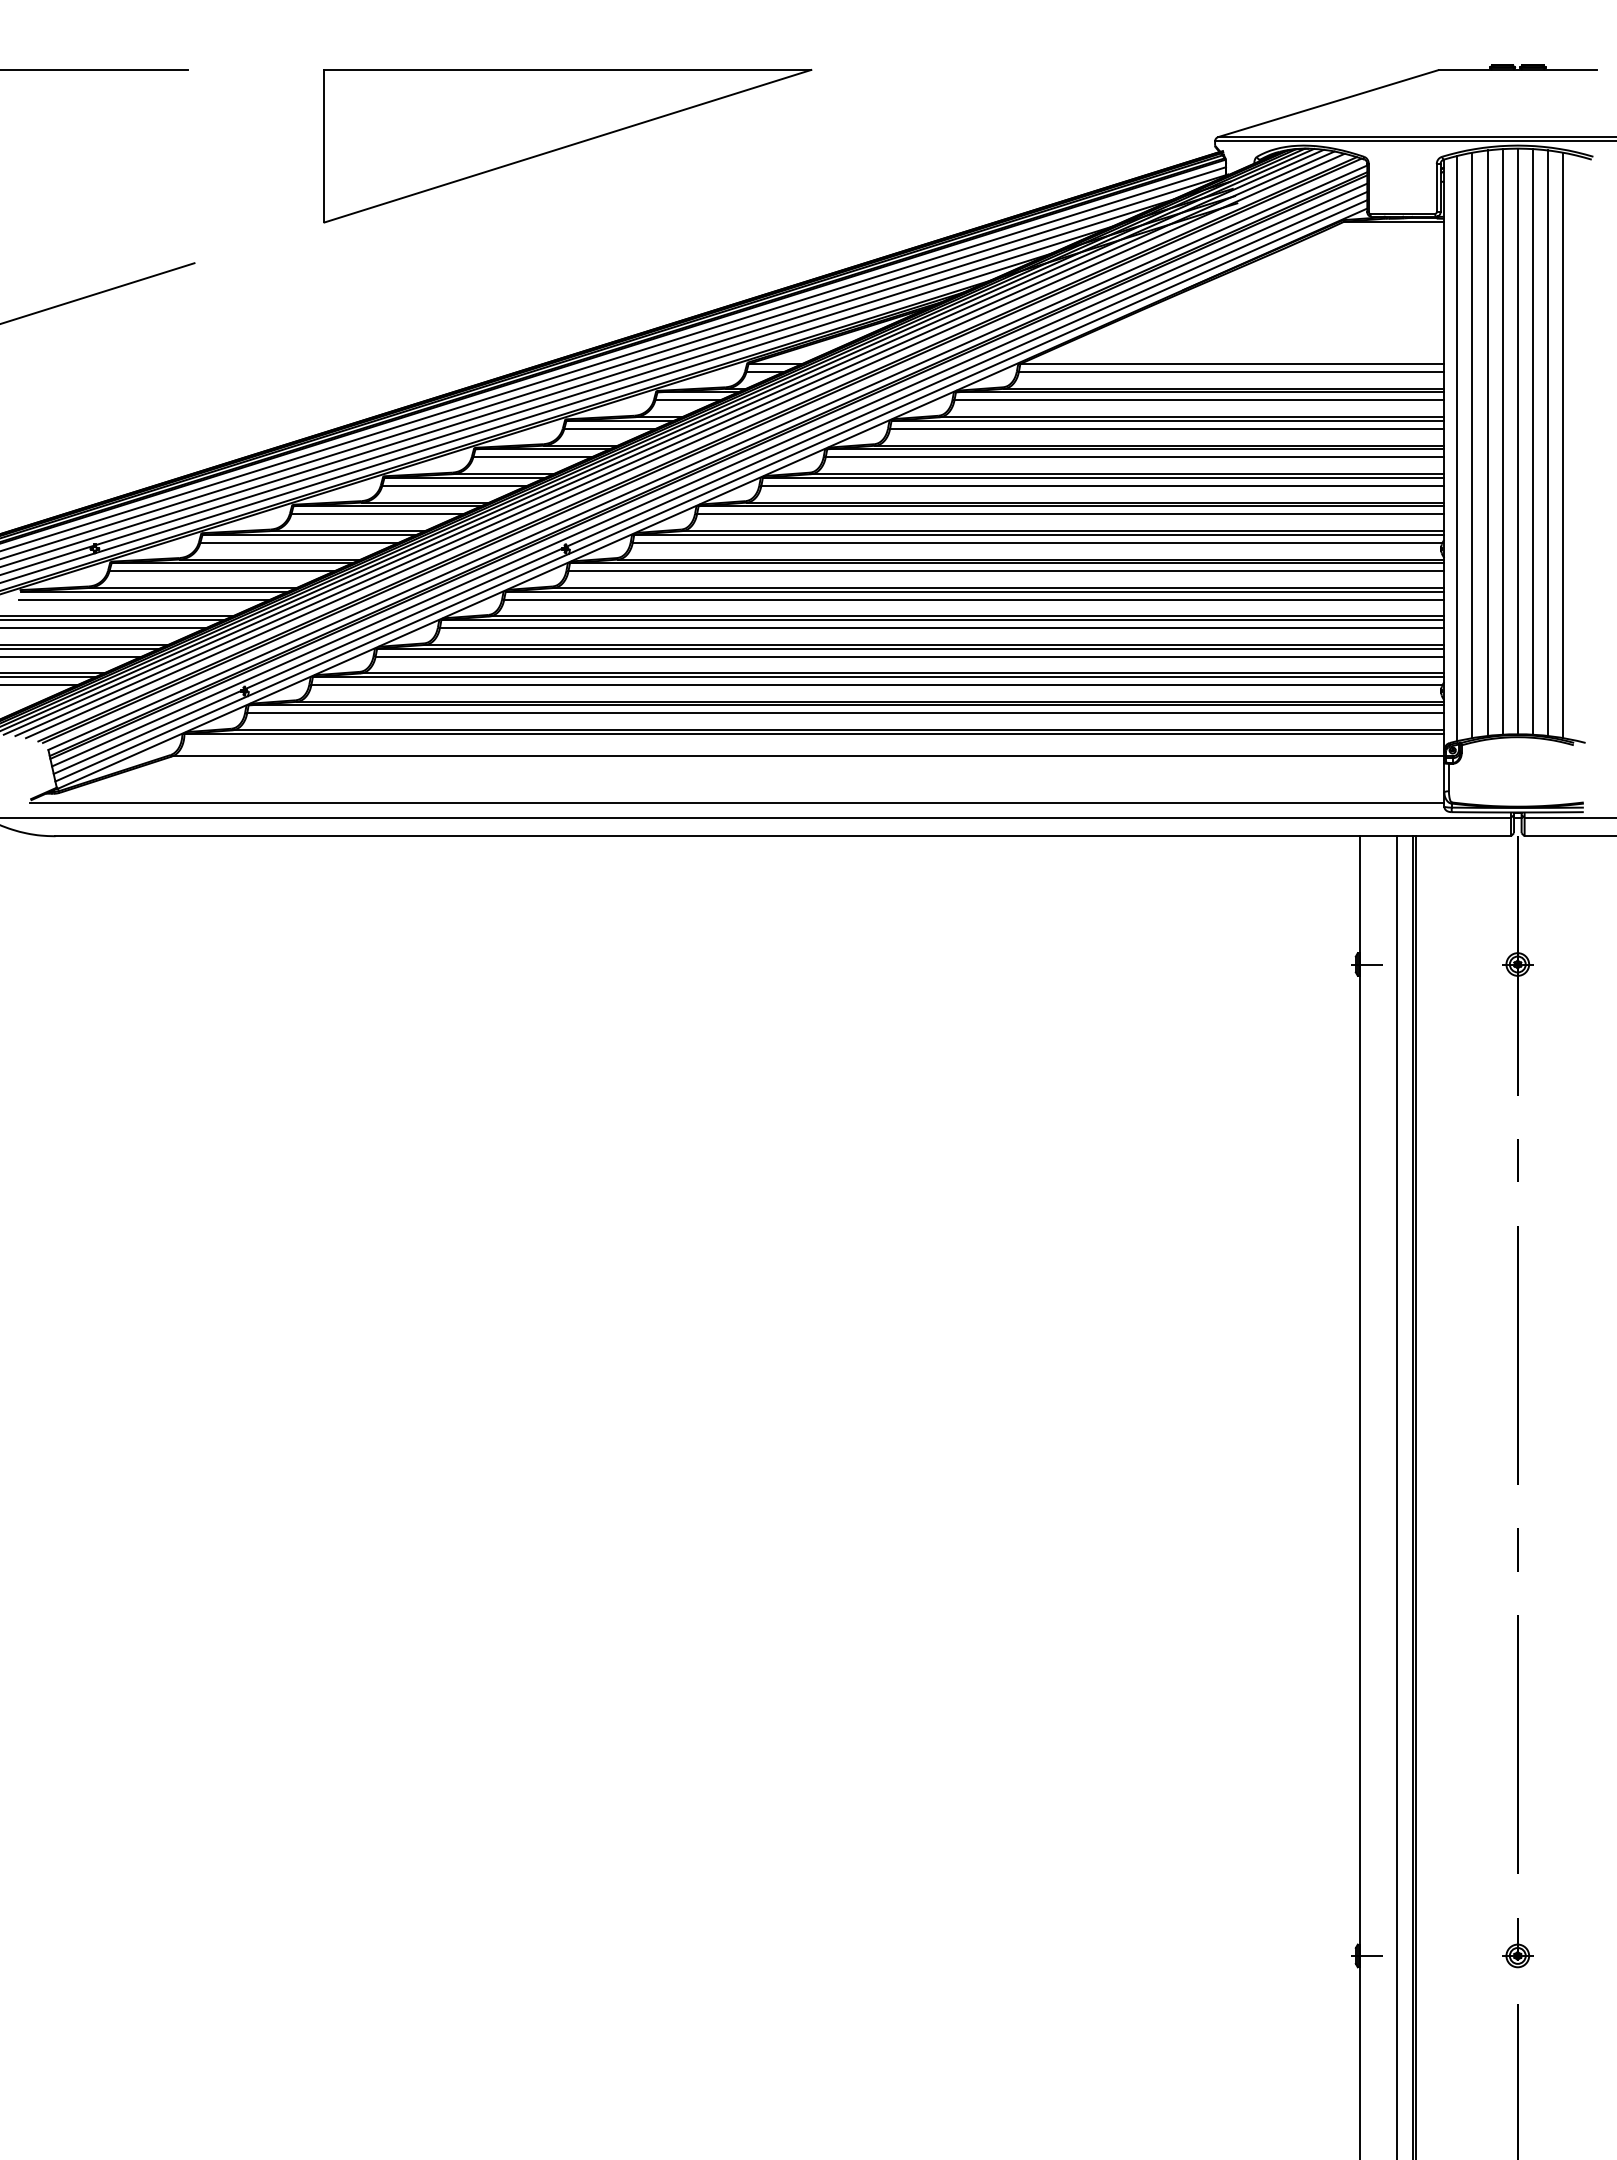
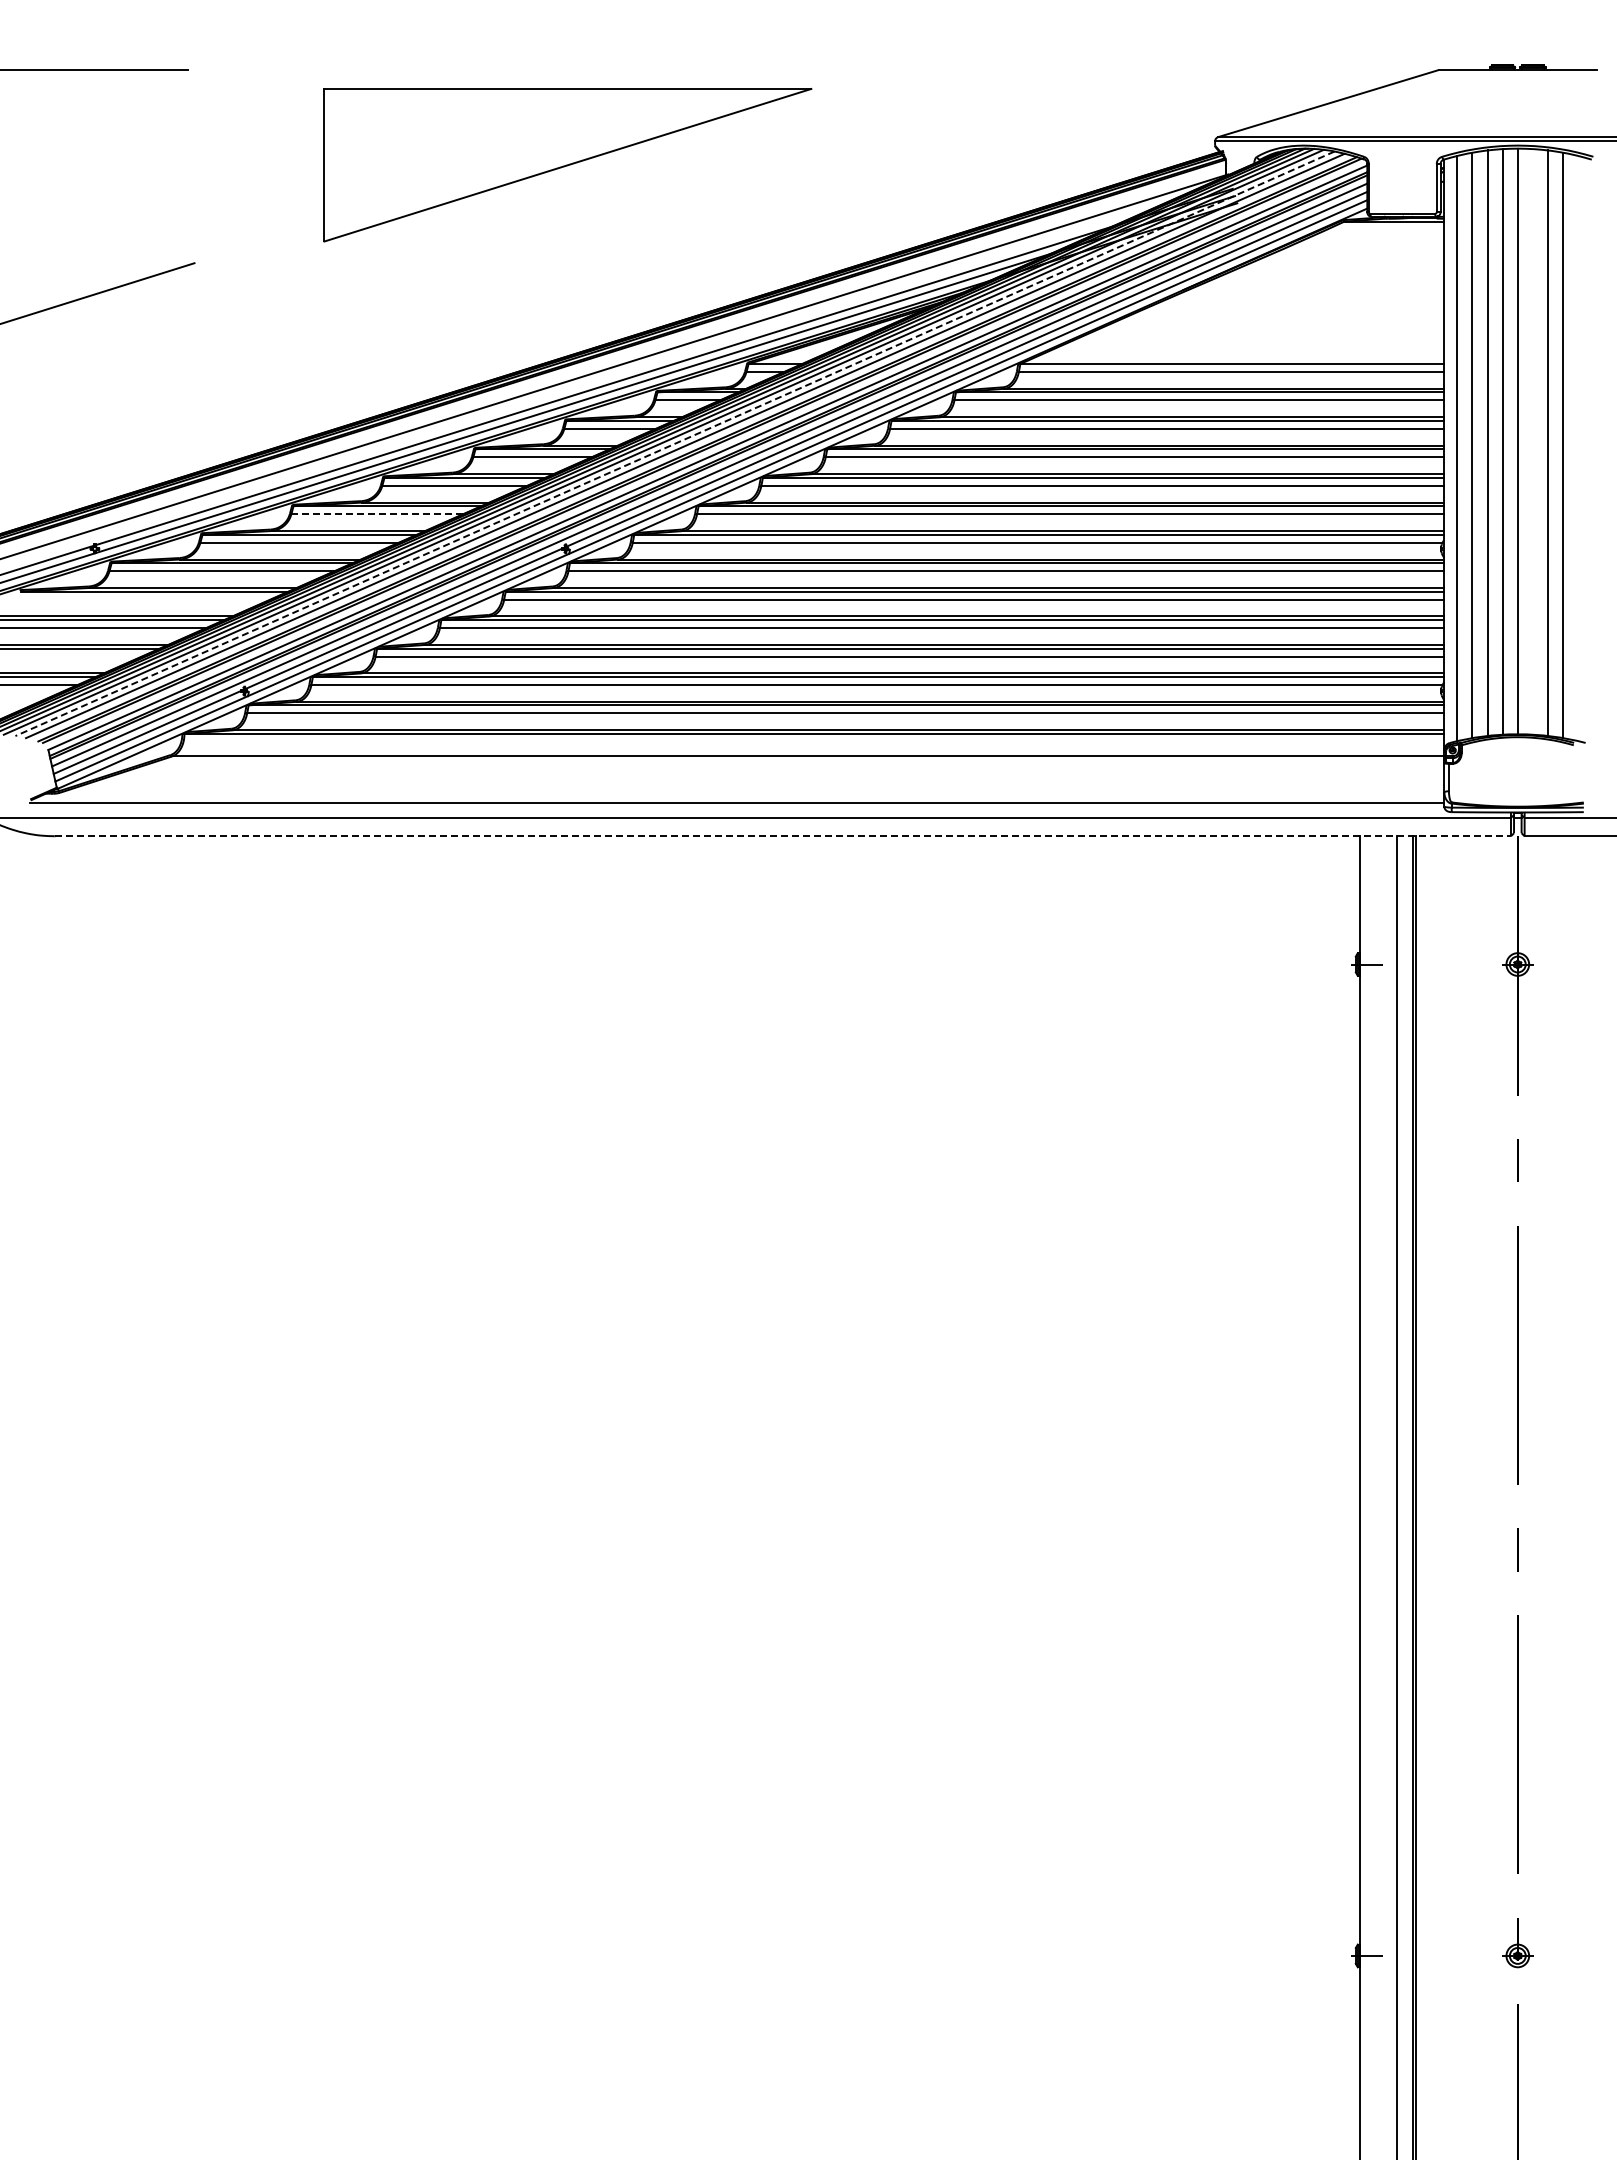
part at (567, 146) position: (567, 146) -> (567, 165)
line at (614, 358): present -> none
line at (616, 373): present -> none
line at (1532, 441): present -> none
line at (674, 443): solid -> dashed
line at (377, 514): solid -> dashed
line at (144, 599): present -> none
line at (72, 656): present -> none
line at (783, 836): solid -> dashed
